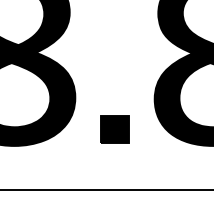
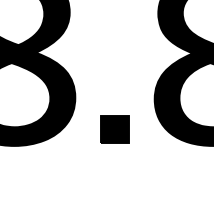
line at (106, 190): present -> none
